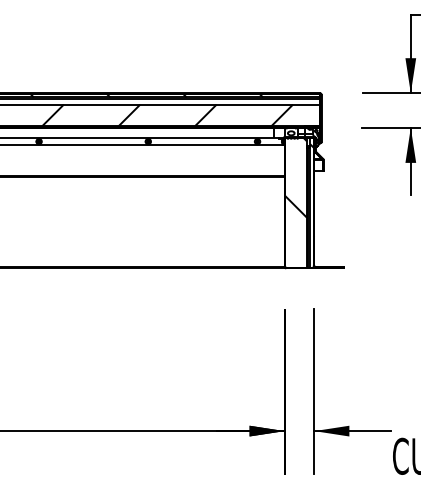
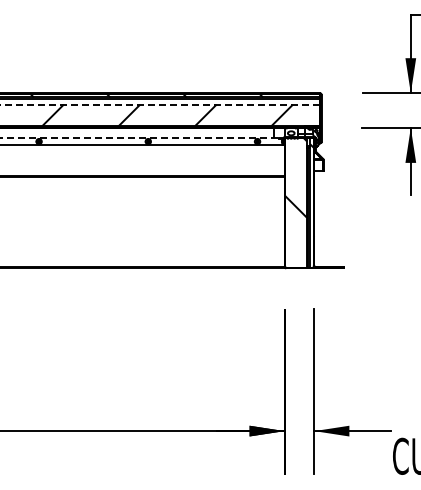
line at (159, 104): solid -> dashed
line at (139, 138): solid -> dashed
